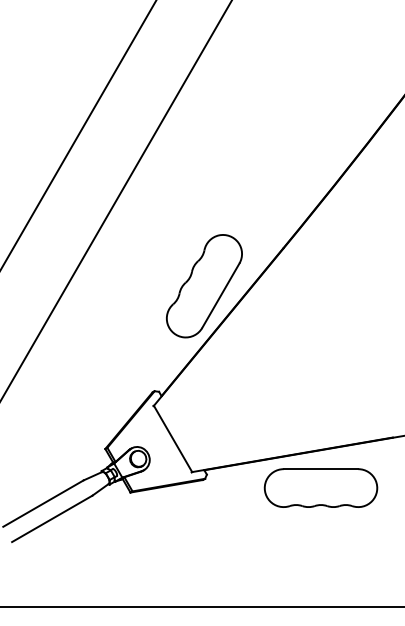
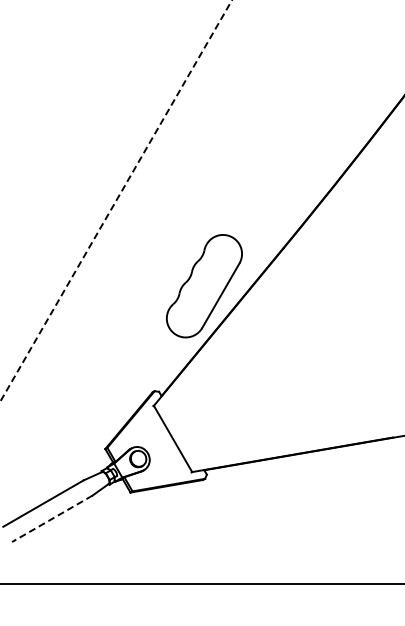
line at (78, 134): present -> none
line at (116, 200): solid -> dashed
part at (320, 487): present -> none
line at (51, 519): solid -> dashed
line at (201, 607) position: (201, 607) -> (201, 584)
